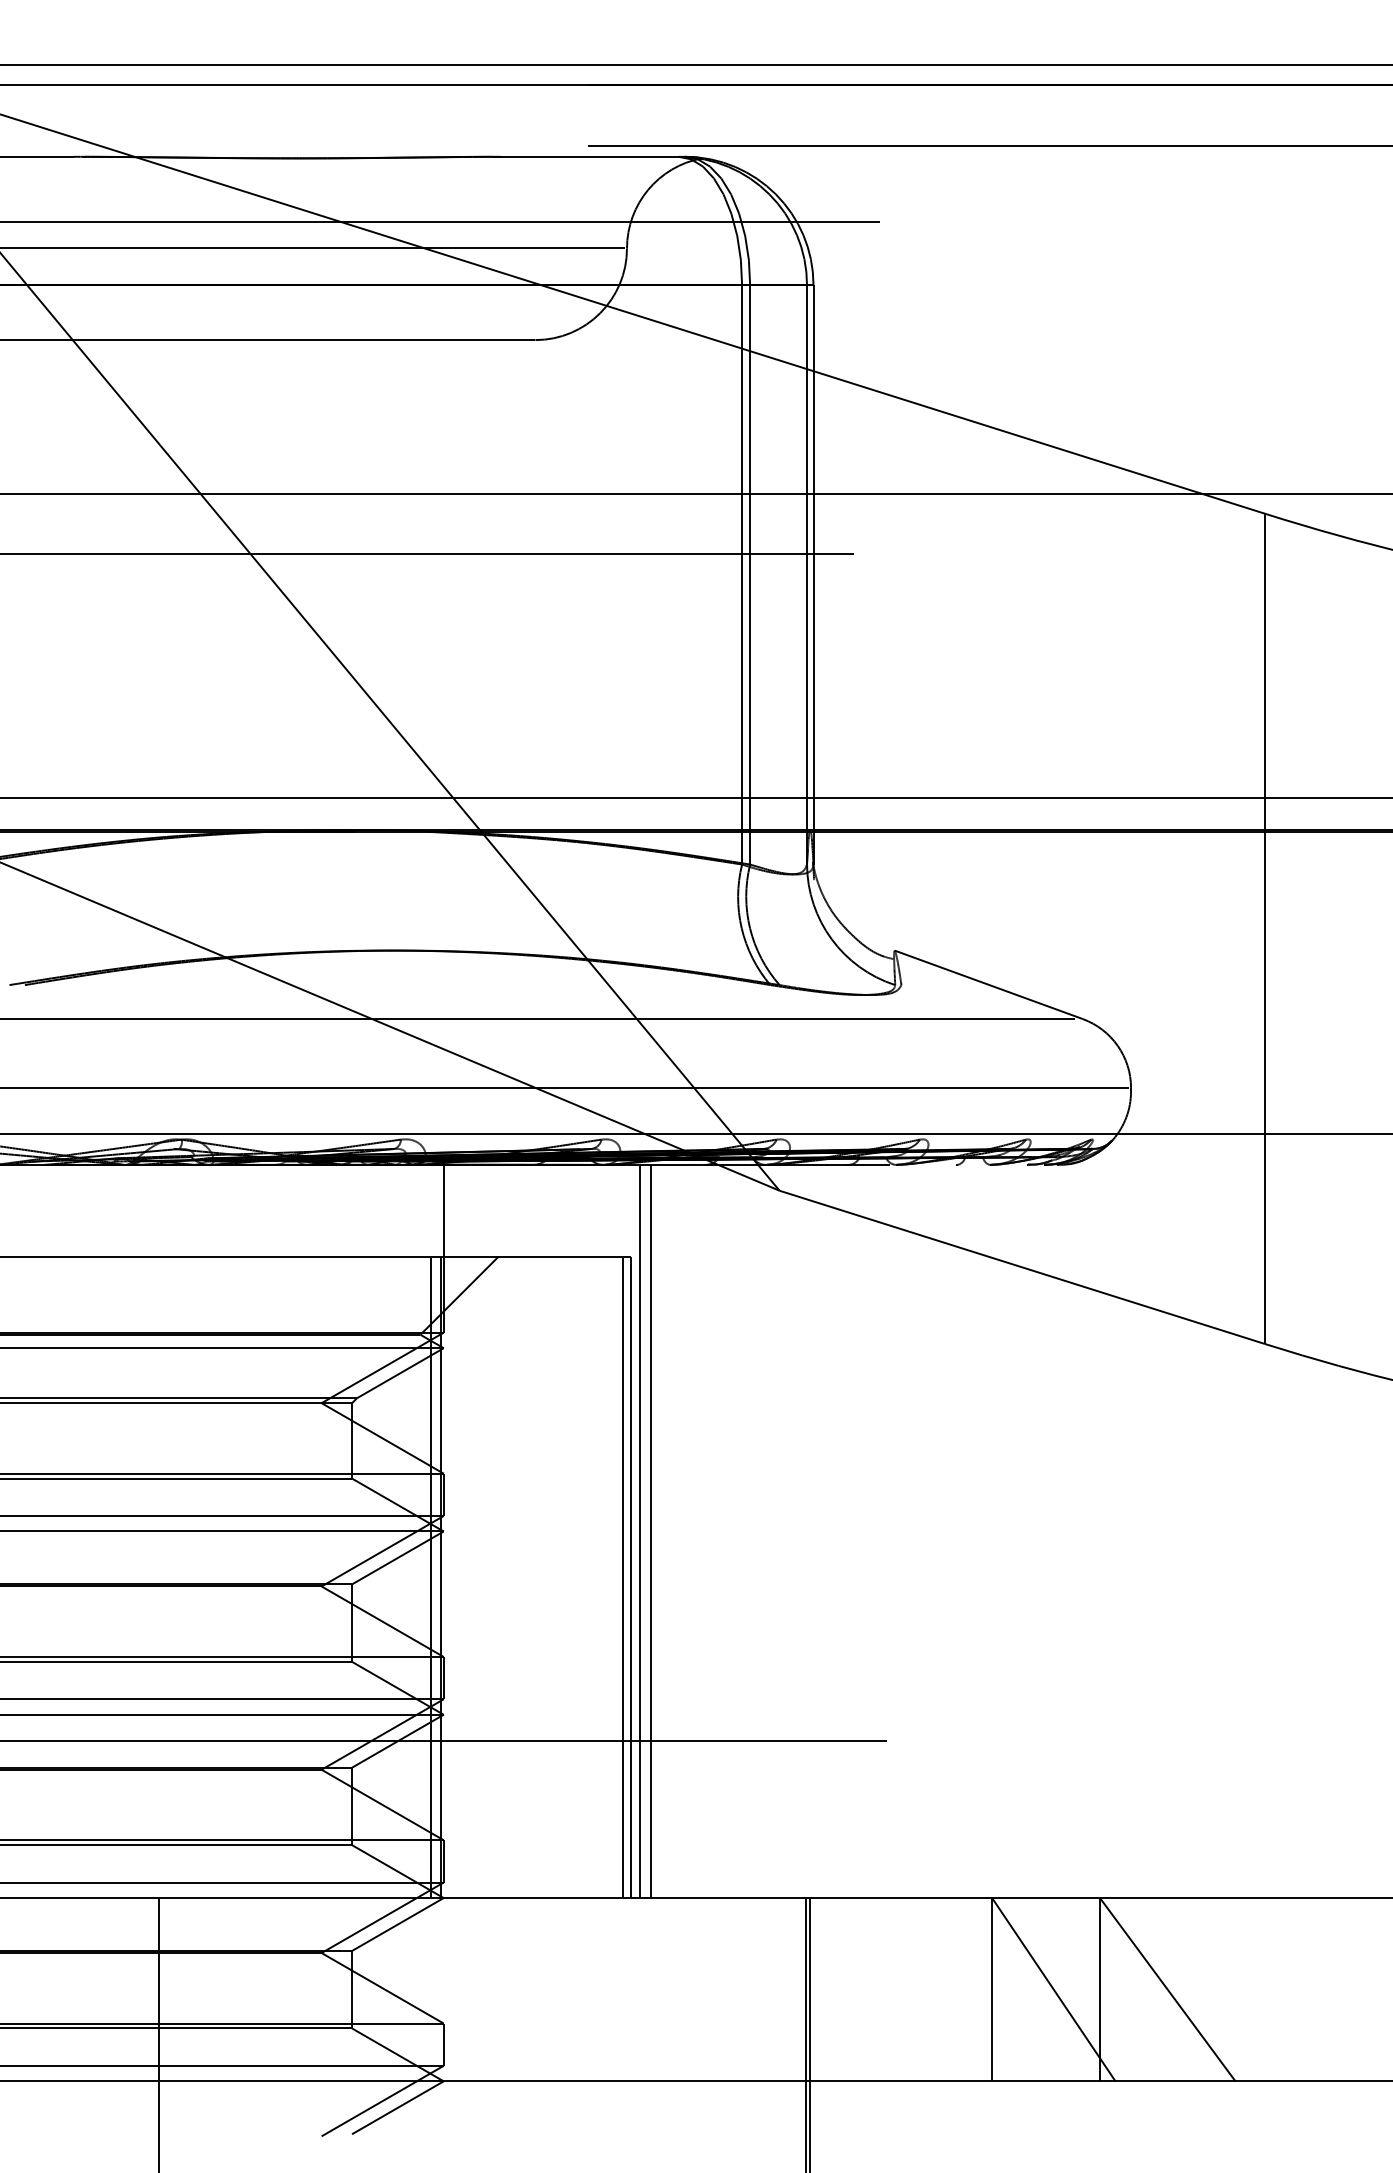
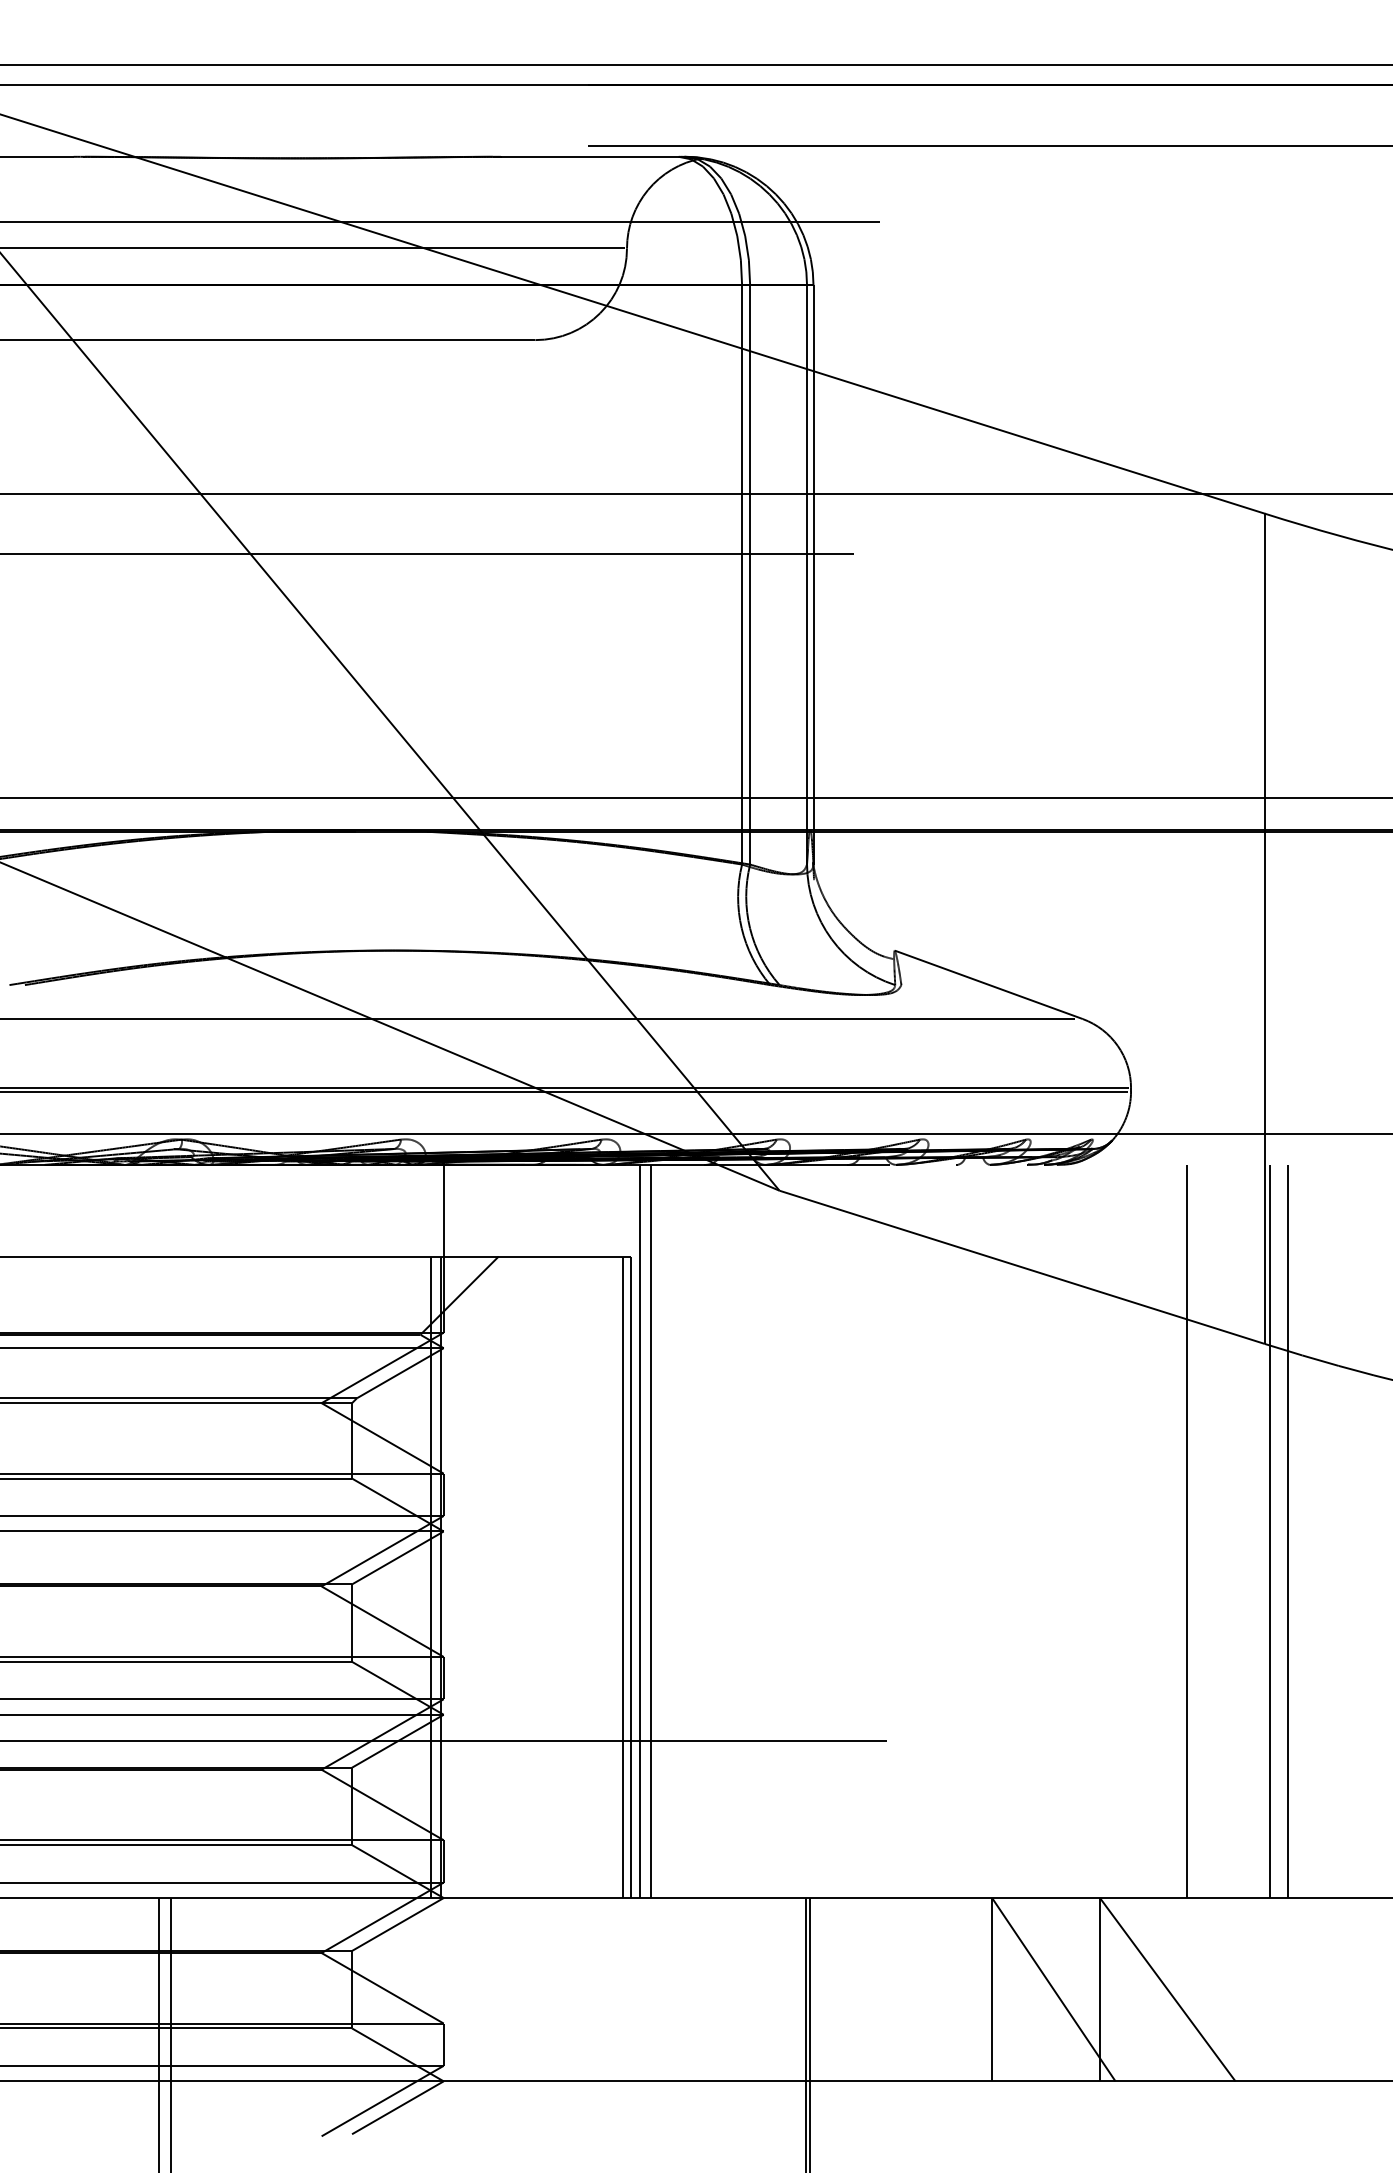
line at (565, 1091): none -> present
line at (1186, 1531): none -> present
line at (1269, 1531): none -> present
line at (1288, 1531): none -> present
line at (171, 2033): none -> present
